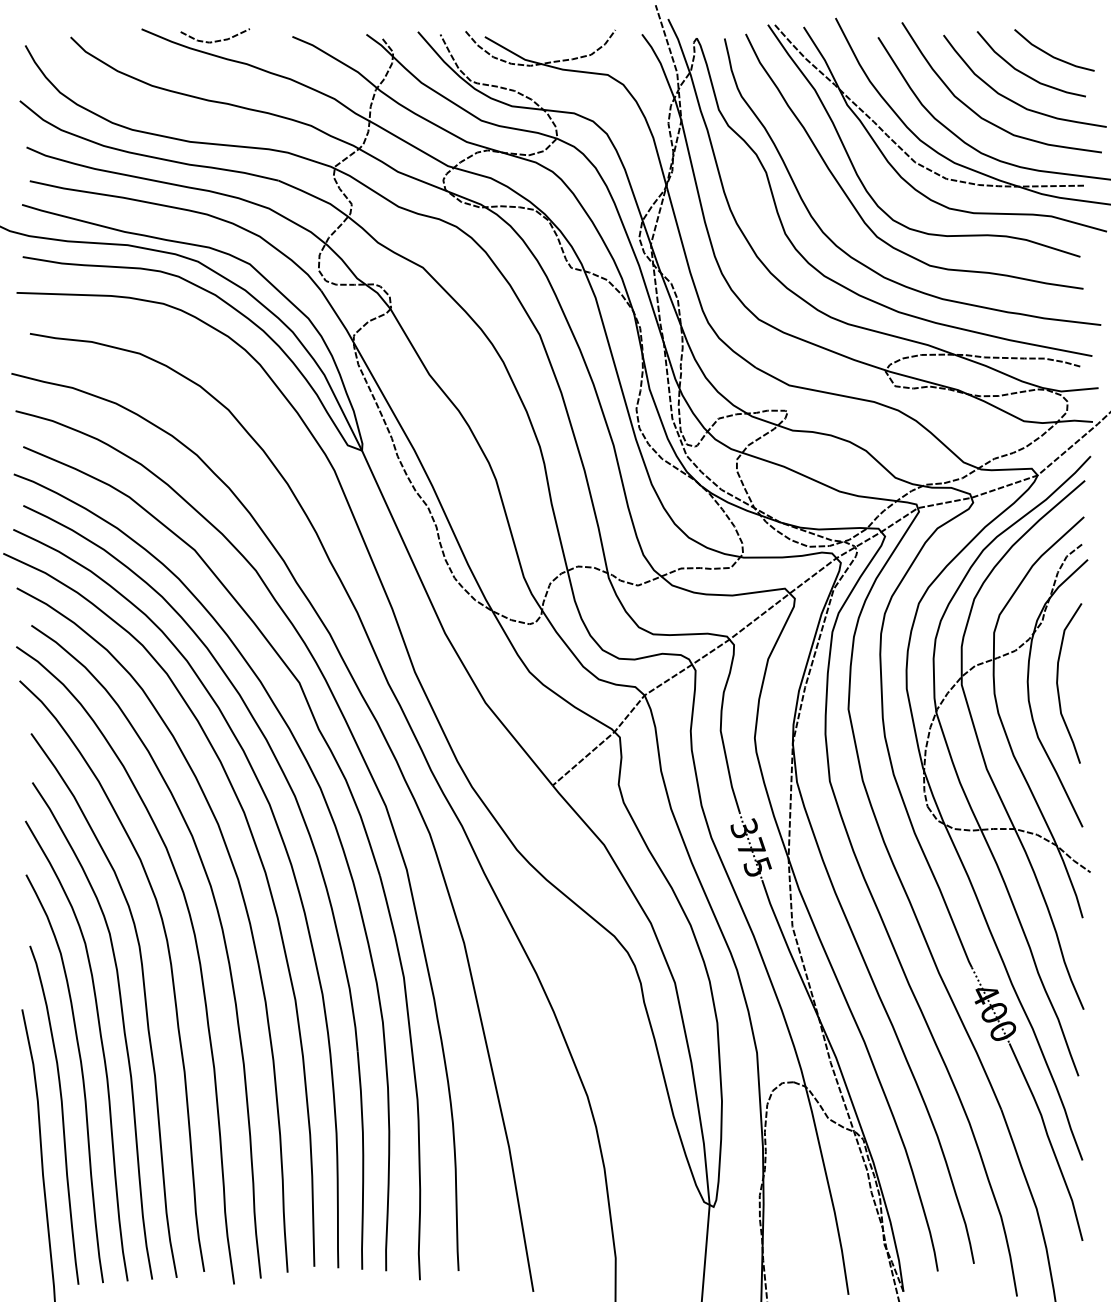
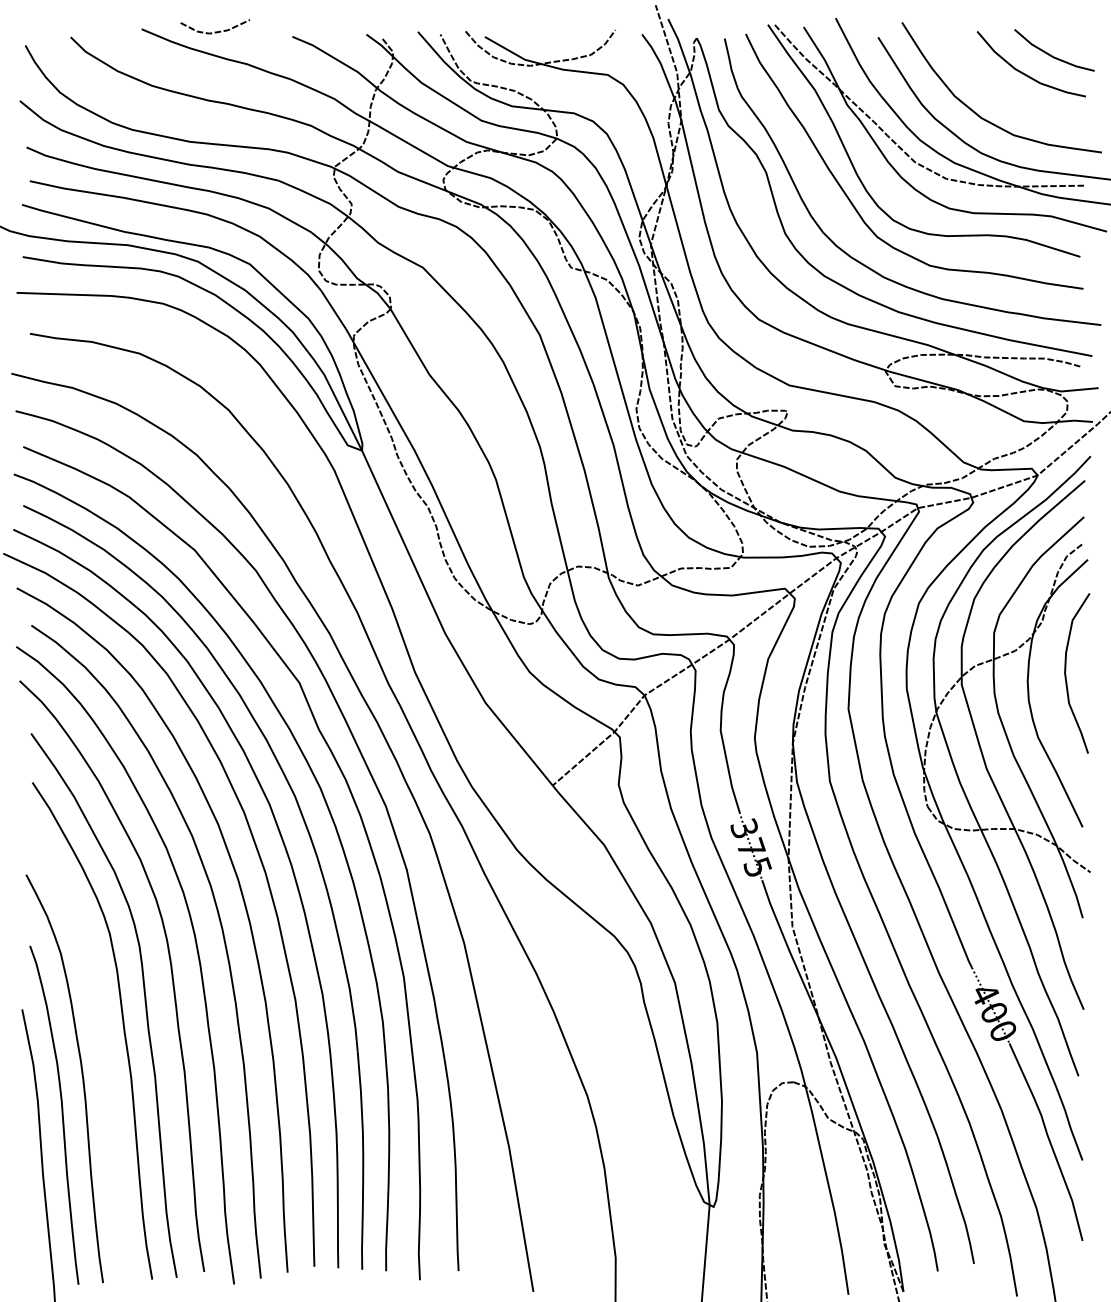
line at (215, 40) position: (215, 40) -> (215, 31)
curve at (1013, 100): present -> none
curve at (1058, 684) position: (1058, 684) -> (1066, 674)
curve at (101, 1047): present -> none
